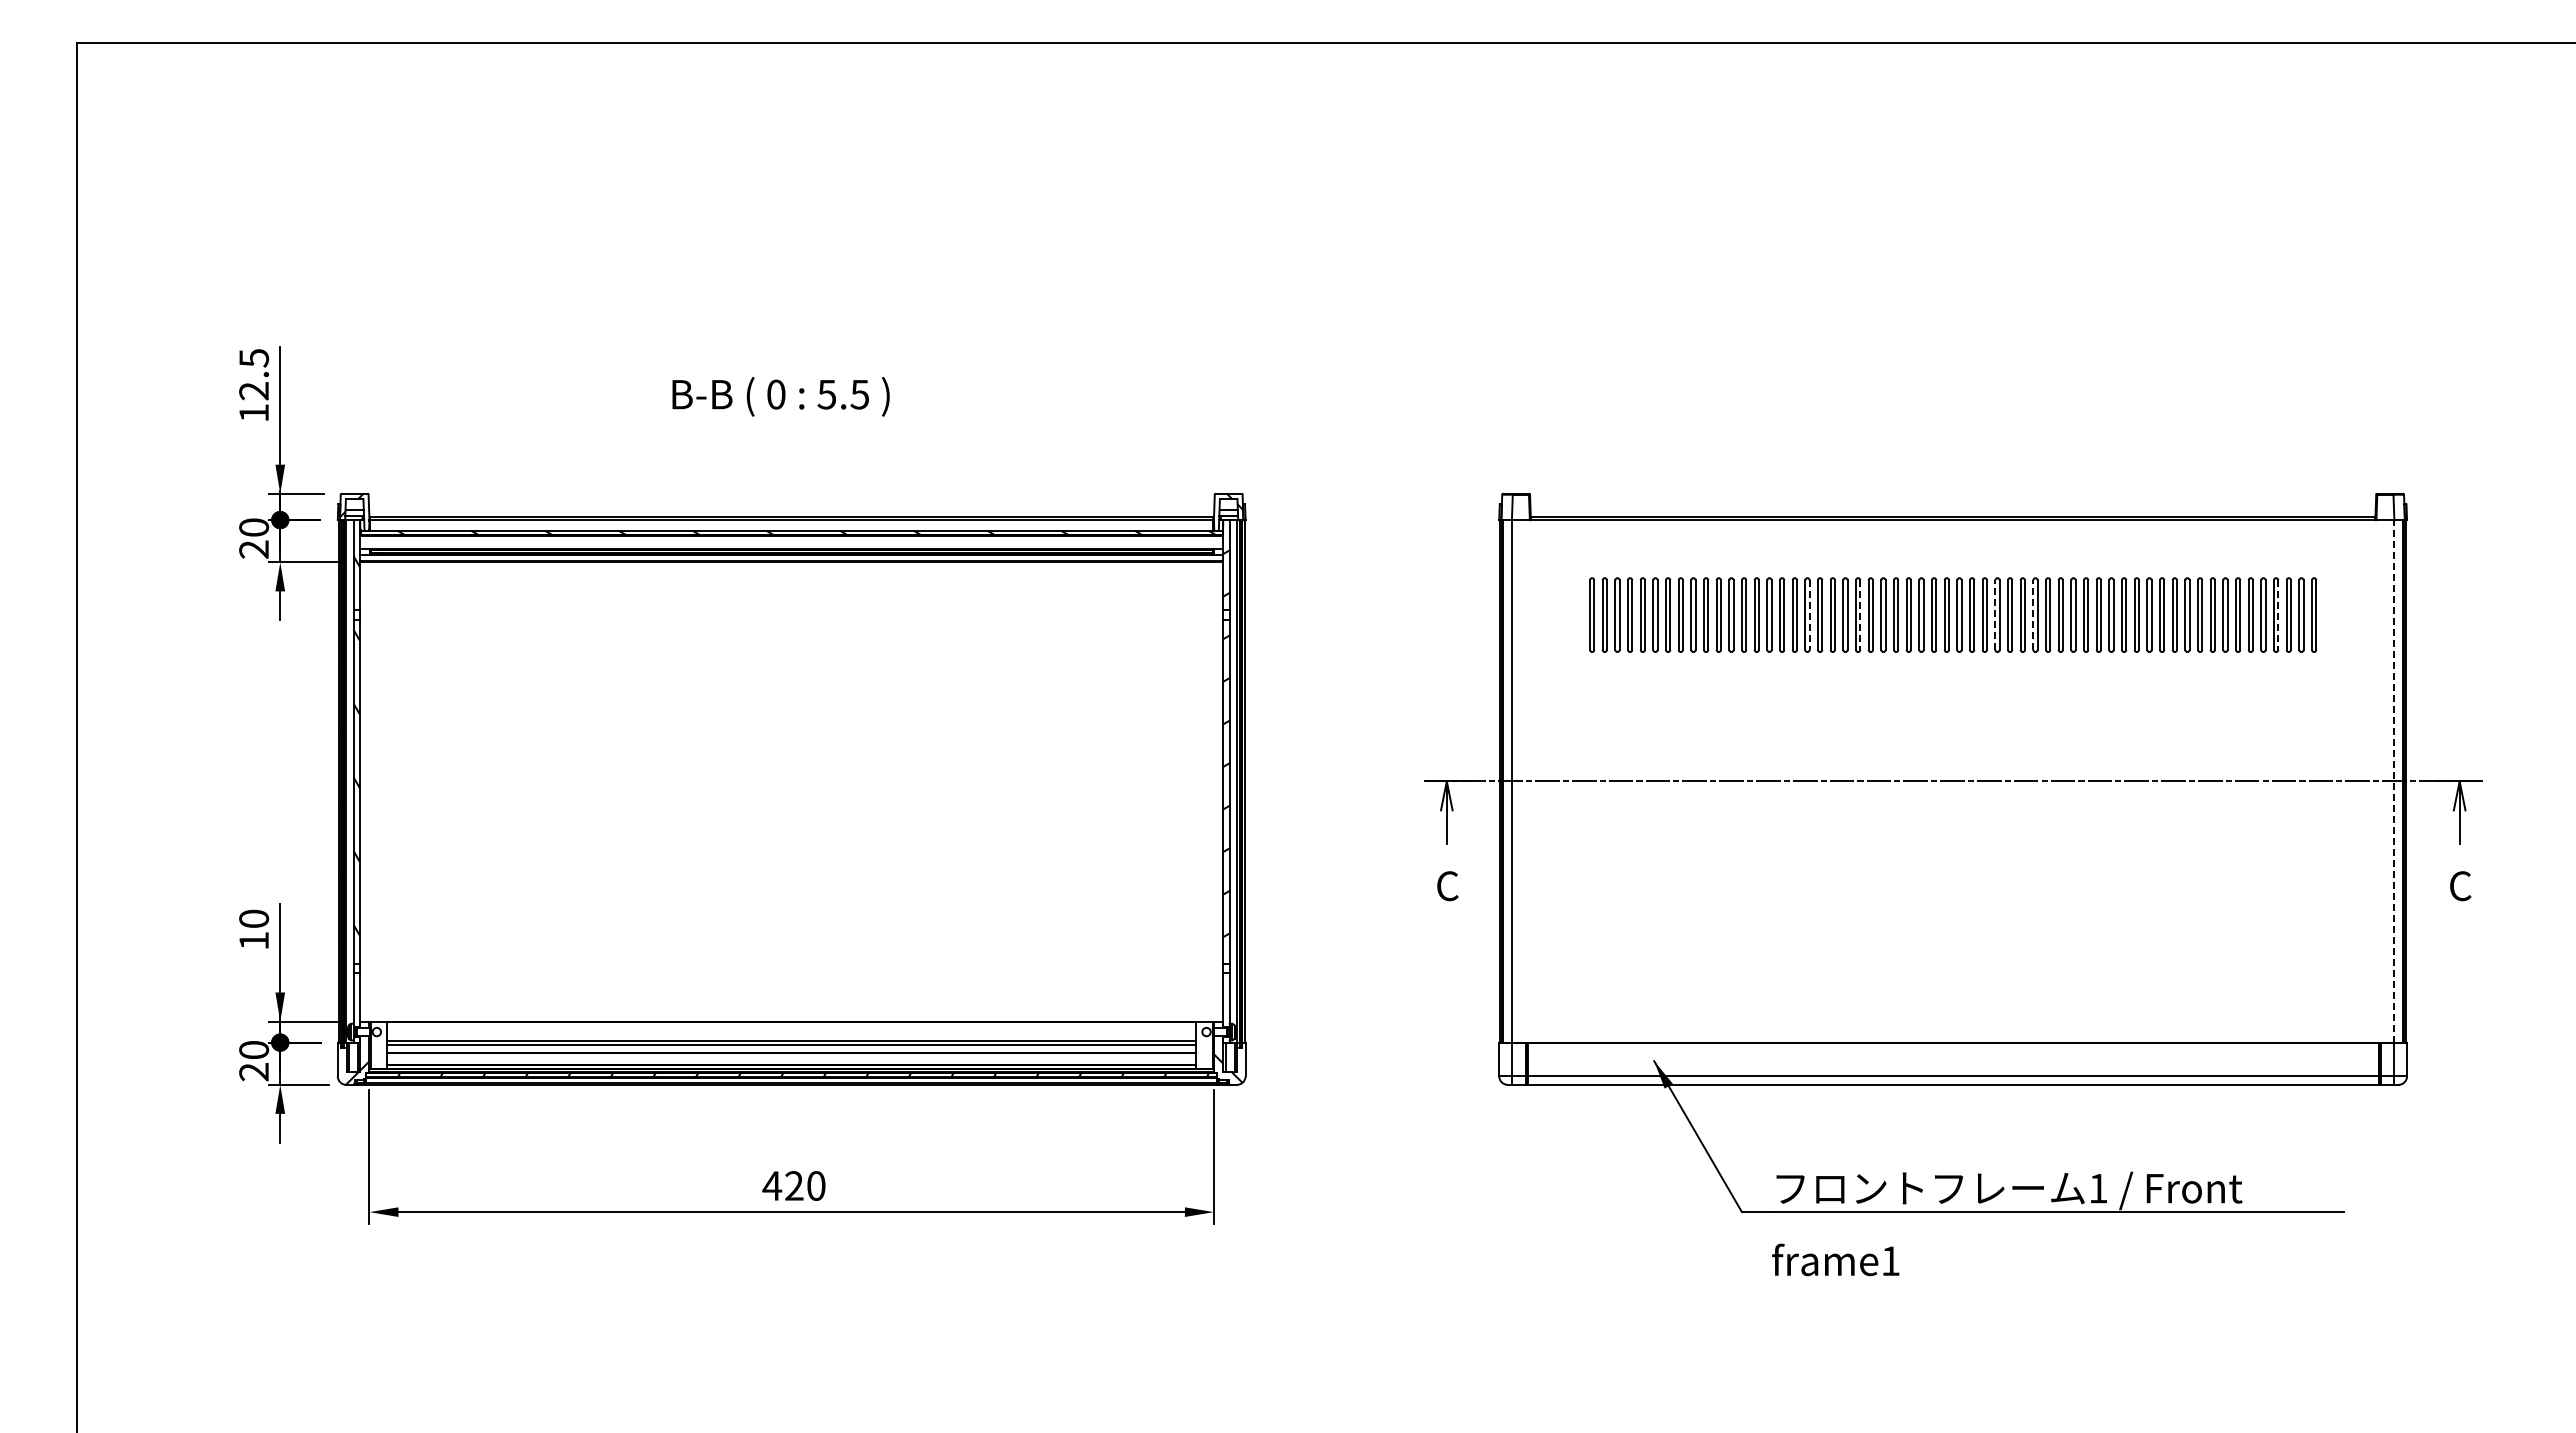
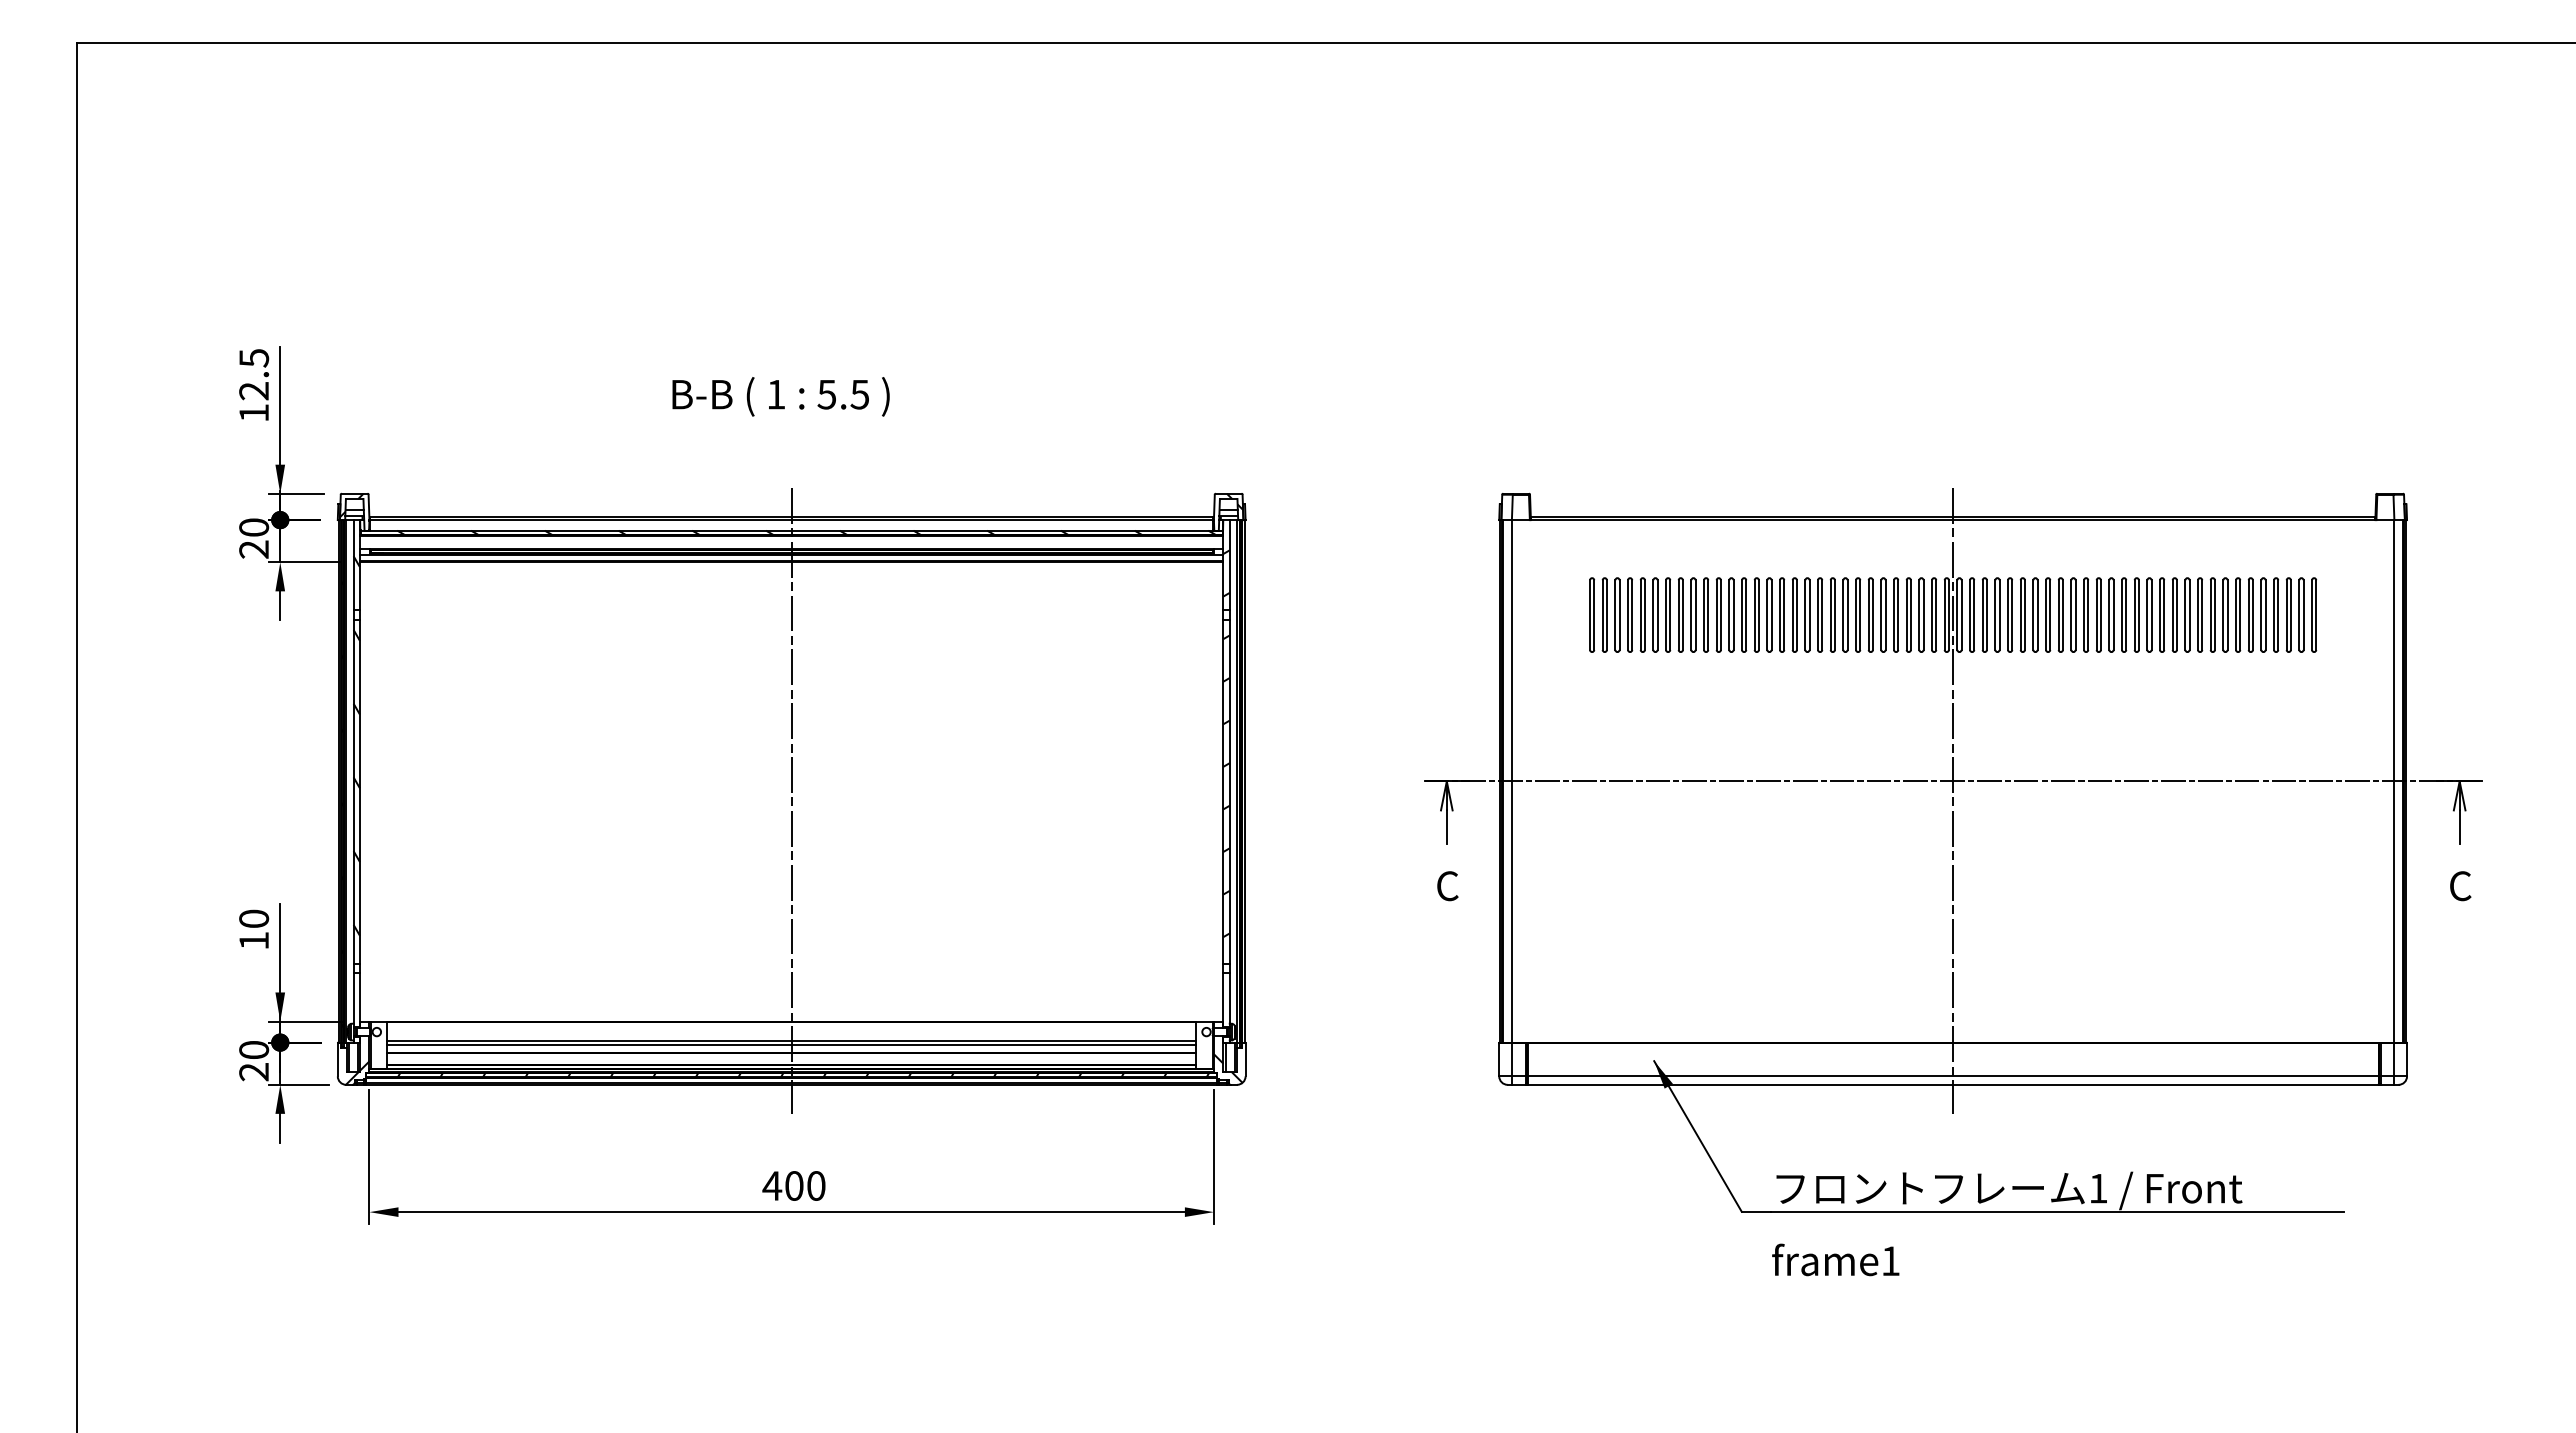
text at (776, 394): 0 -> 1
line at (1809, 615): dashed -> solid
line at (1860, 615): dashed -> solid
line at (1995, 615): dashed -> solid
line at (2033, 615): dashed -> solid
line at (2278, 615): dashed -> solid
line at (2393, 780): dashed -> solid
line at (791, 800): none -> present
line at (1953, 800): none -> present
text at (794, 1185): 420 -> 400
